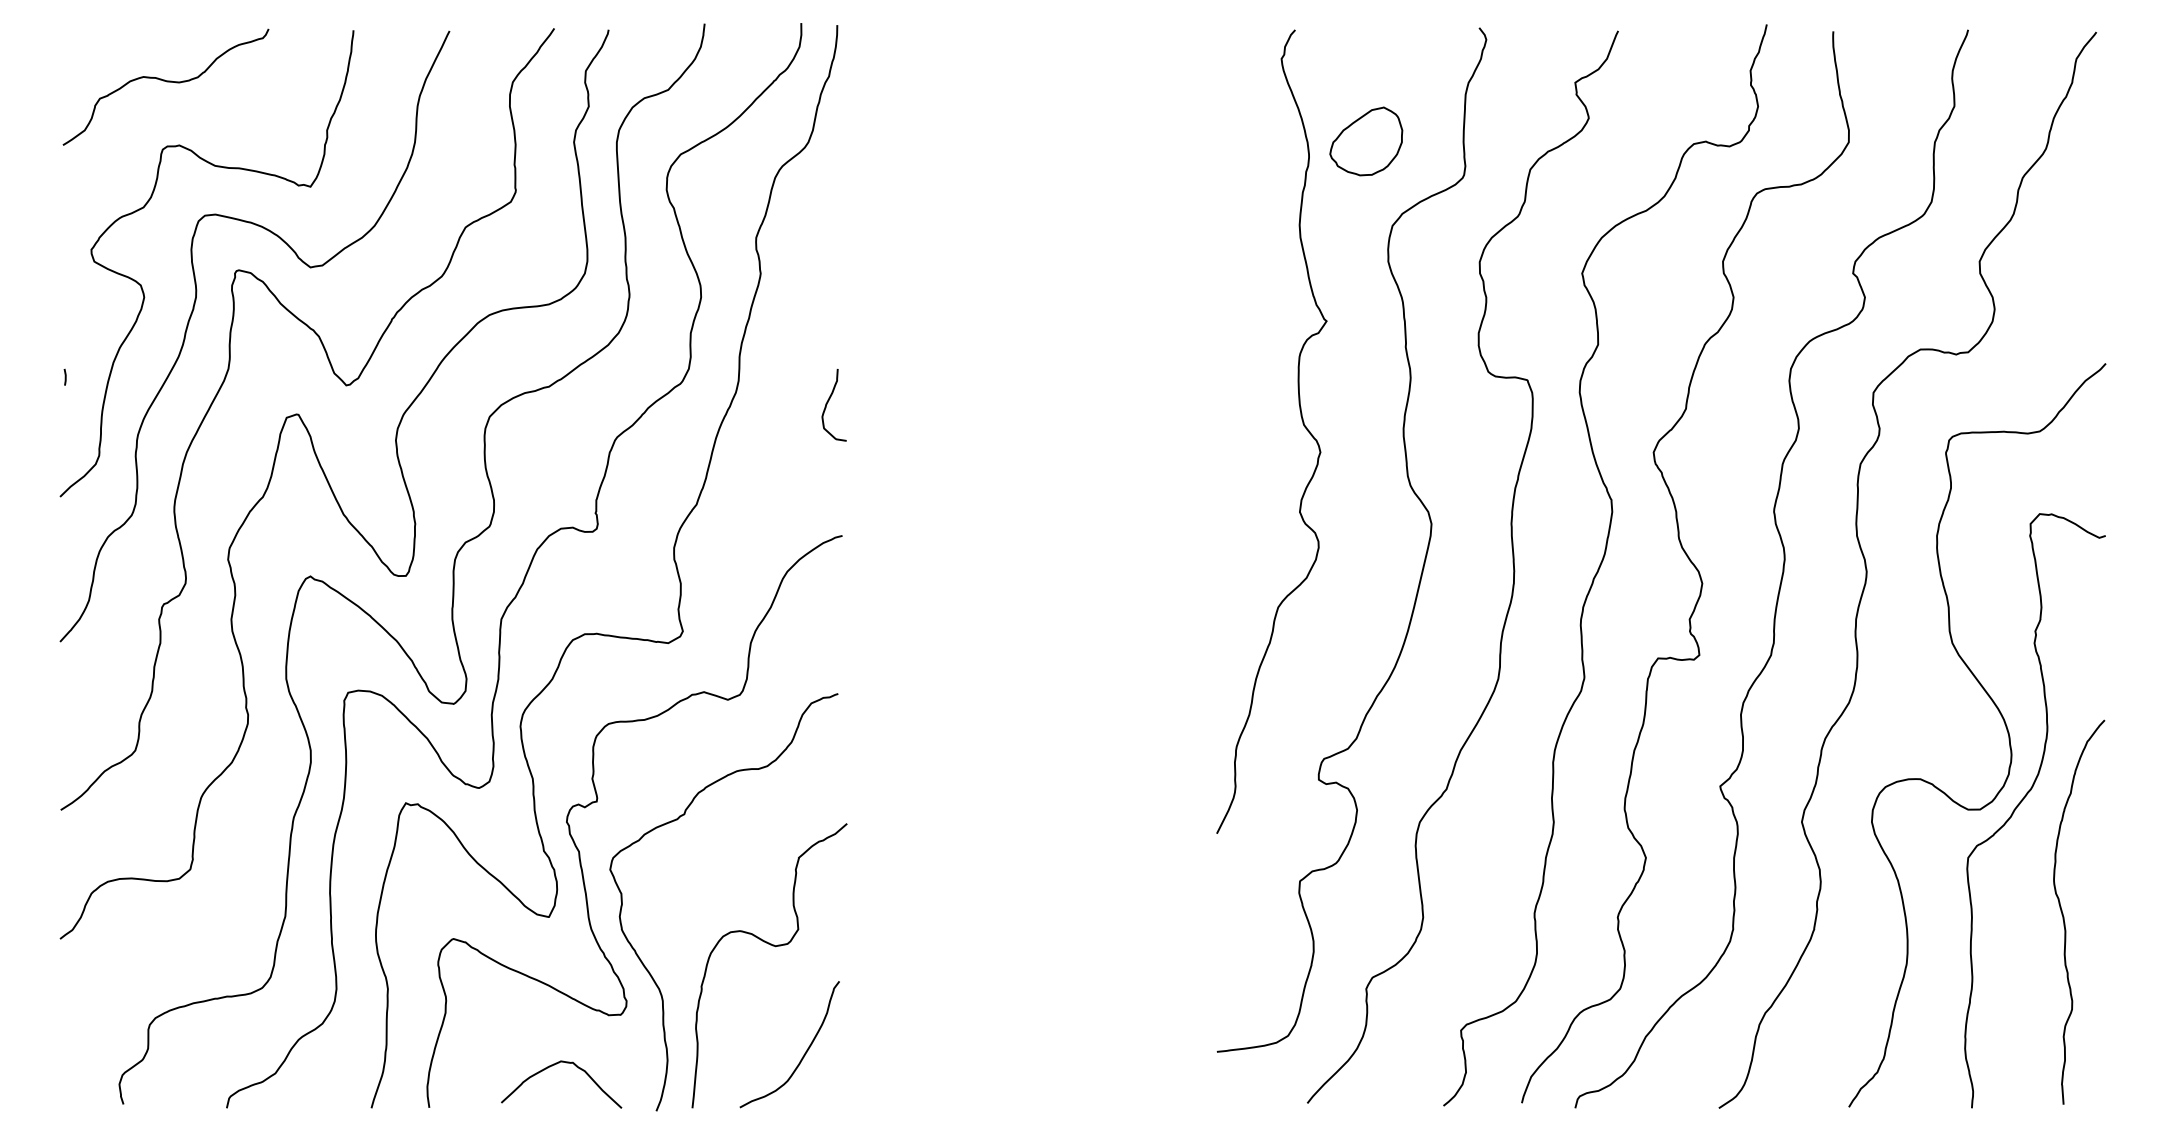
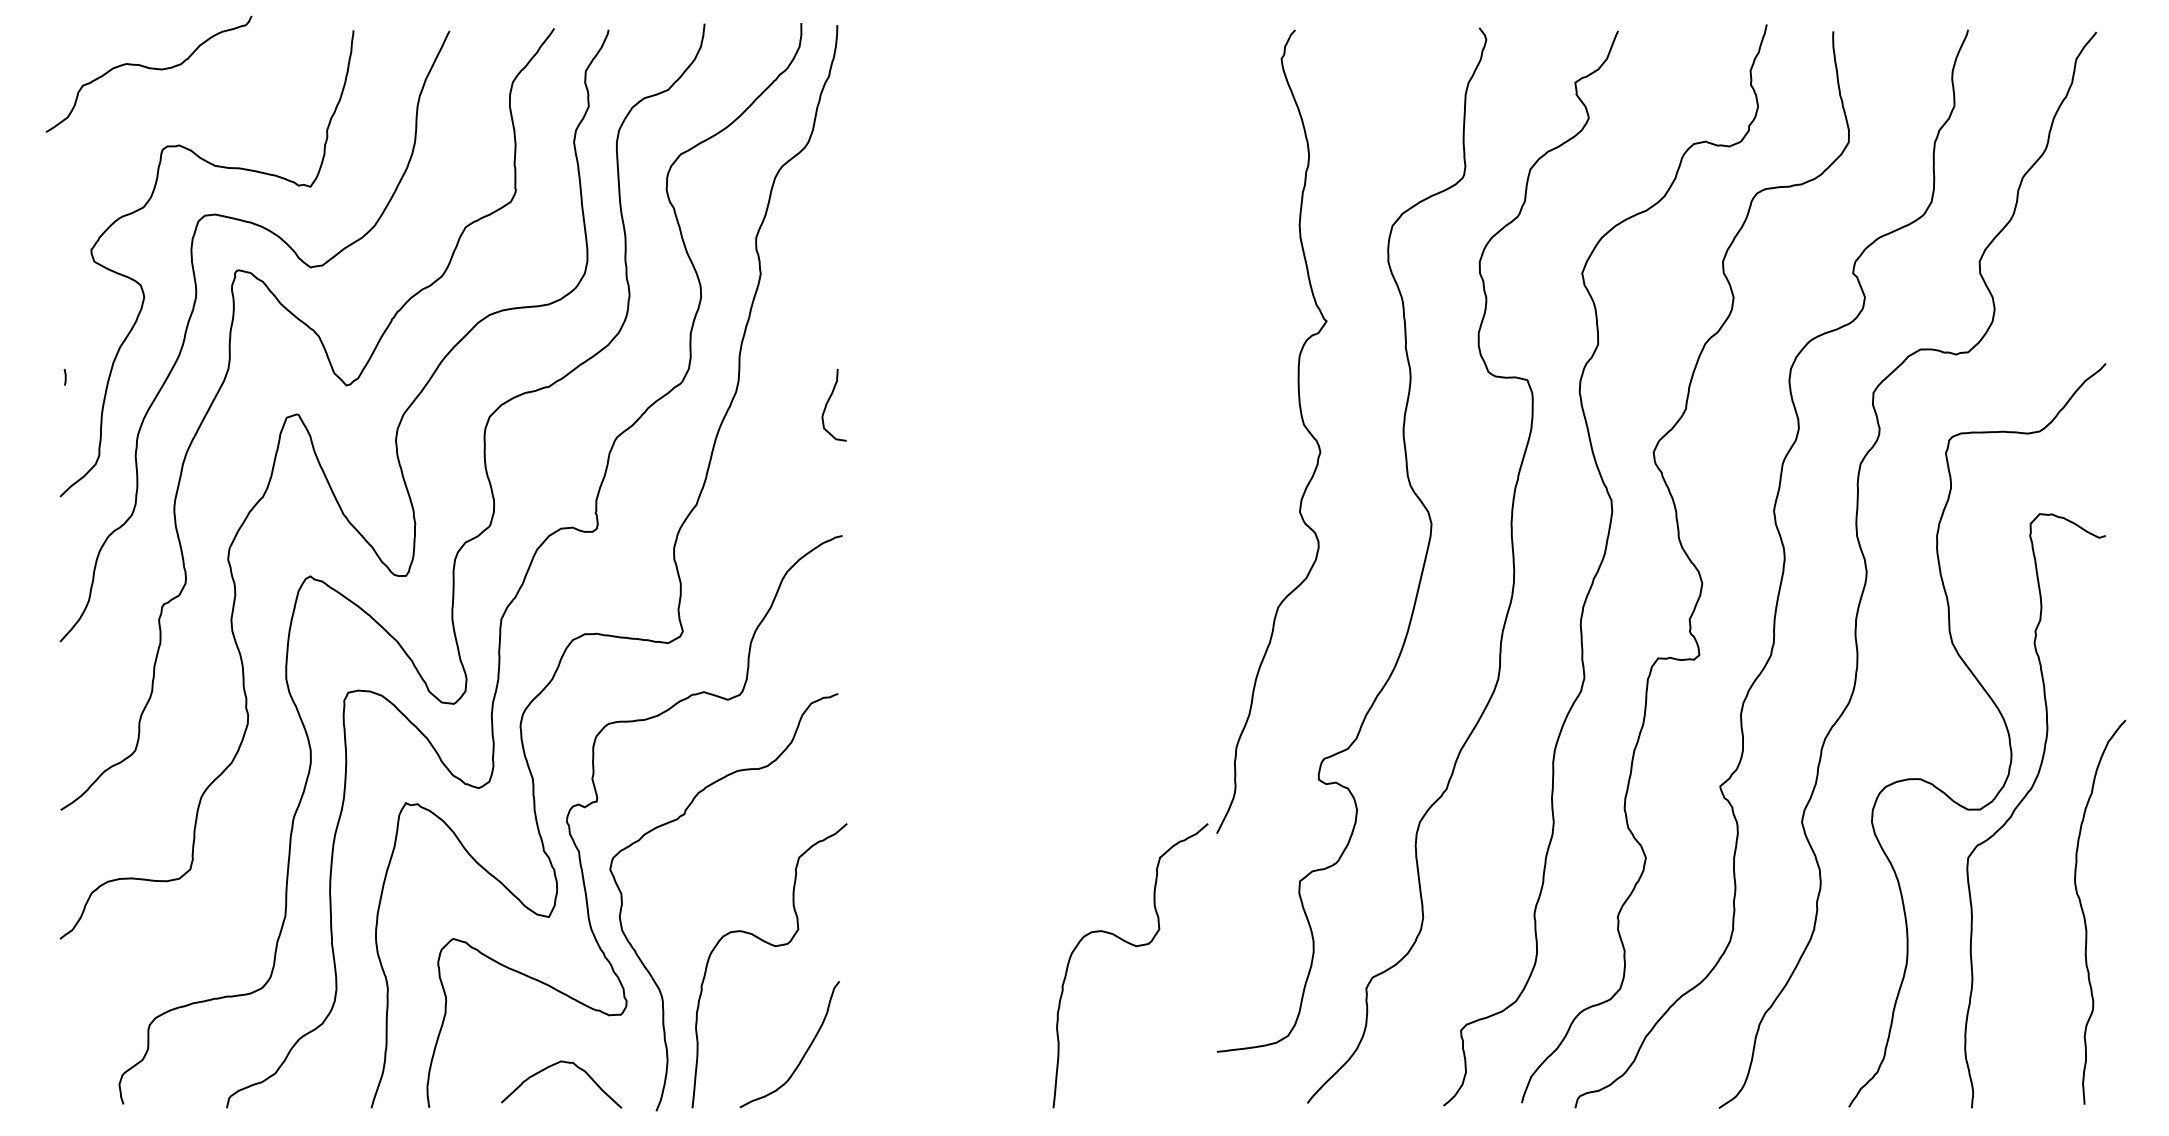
curve at (166, 82) position: (166, 82) -> (149, 69)
part at (1366, 141): present -> none
curve at (2064, 916) position: (2064, 916) -> (2085, 916)
curve at (1136, 947): none -> present
